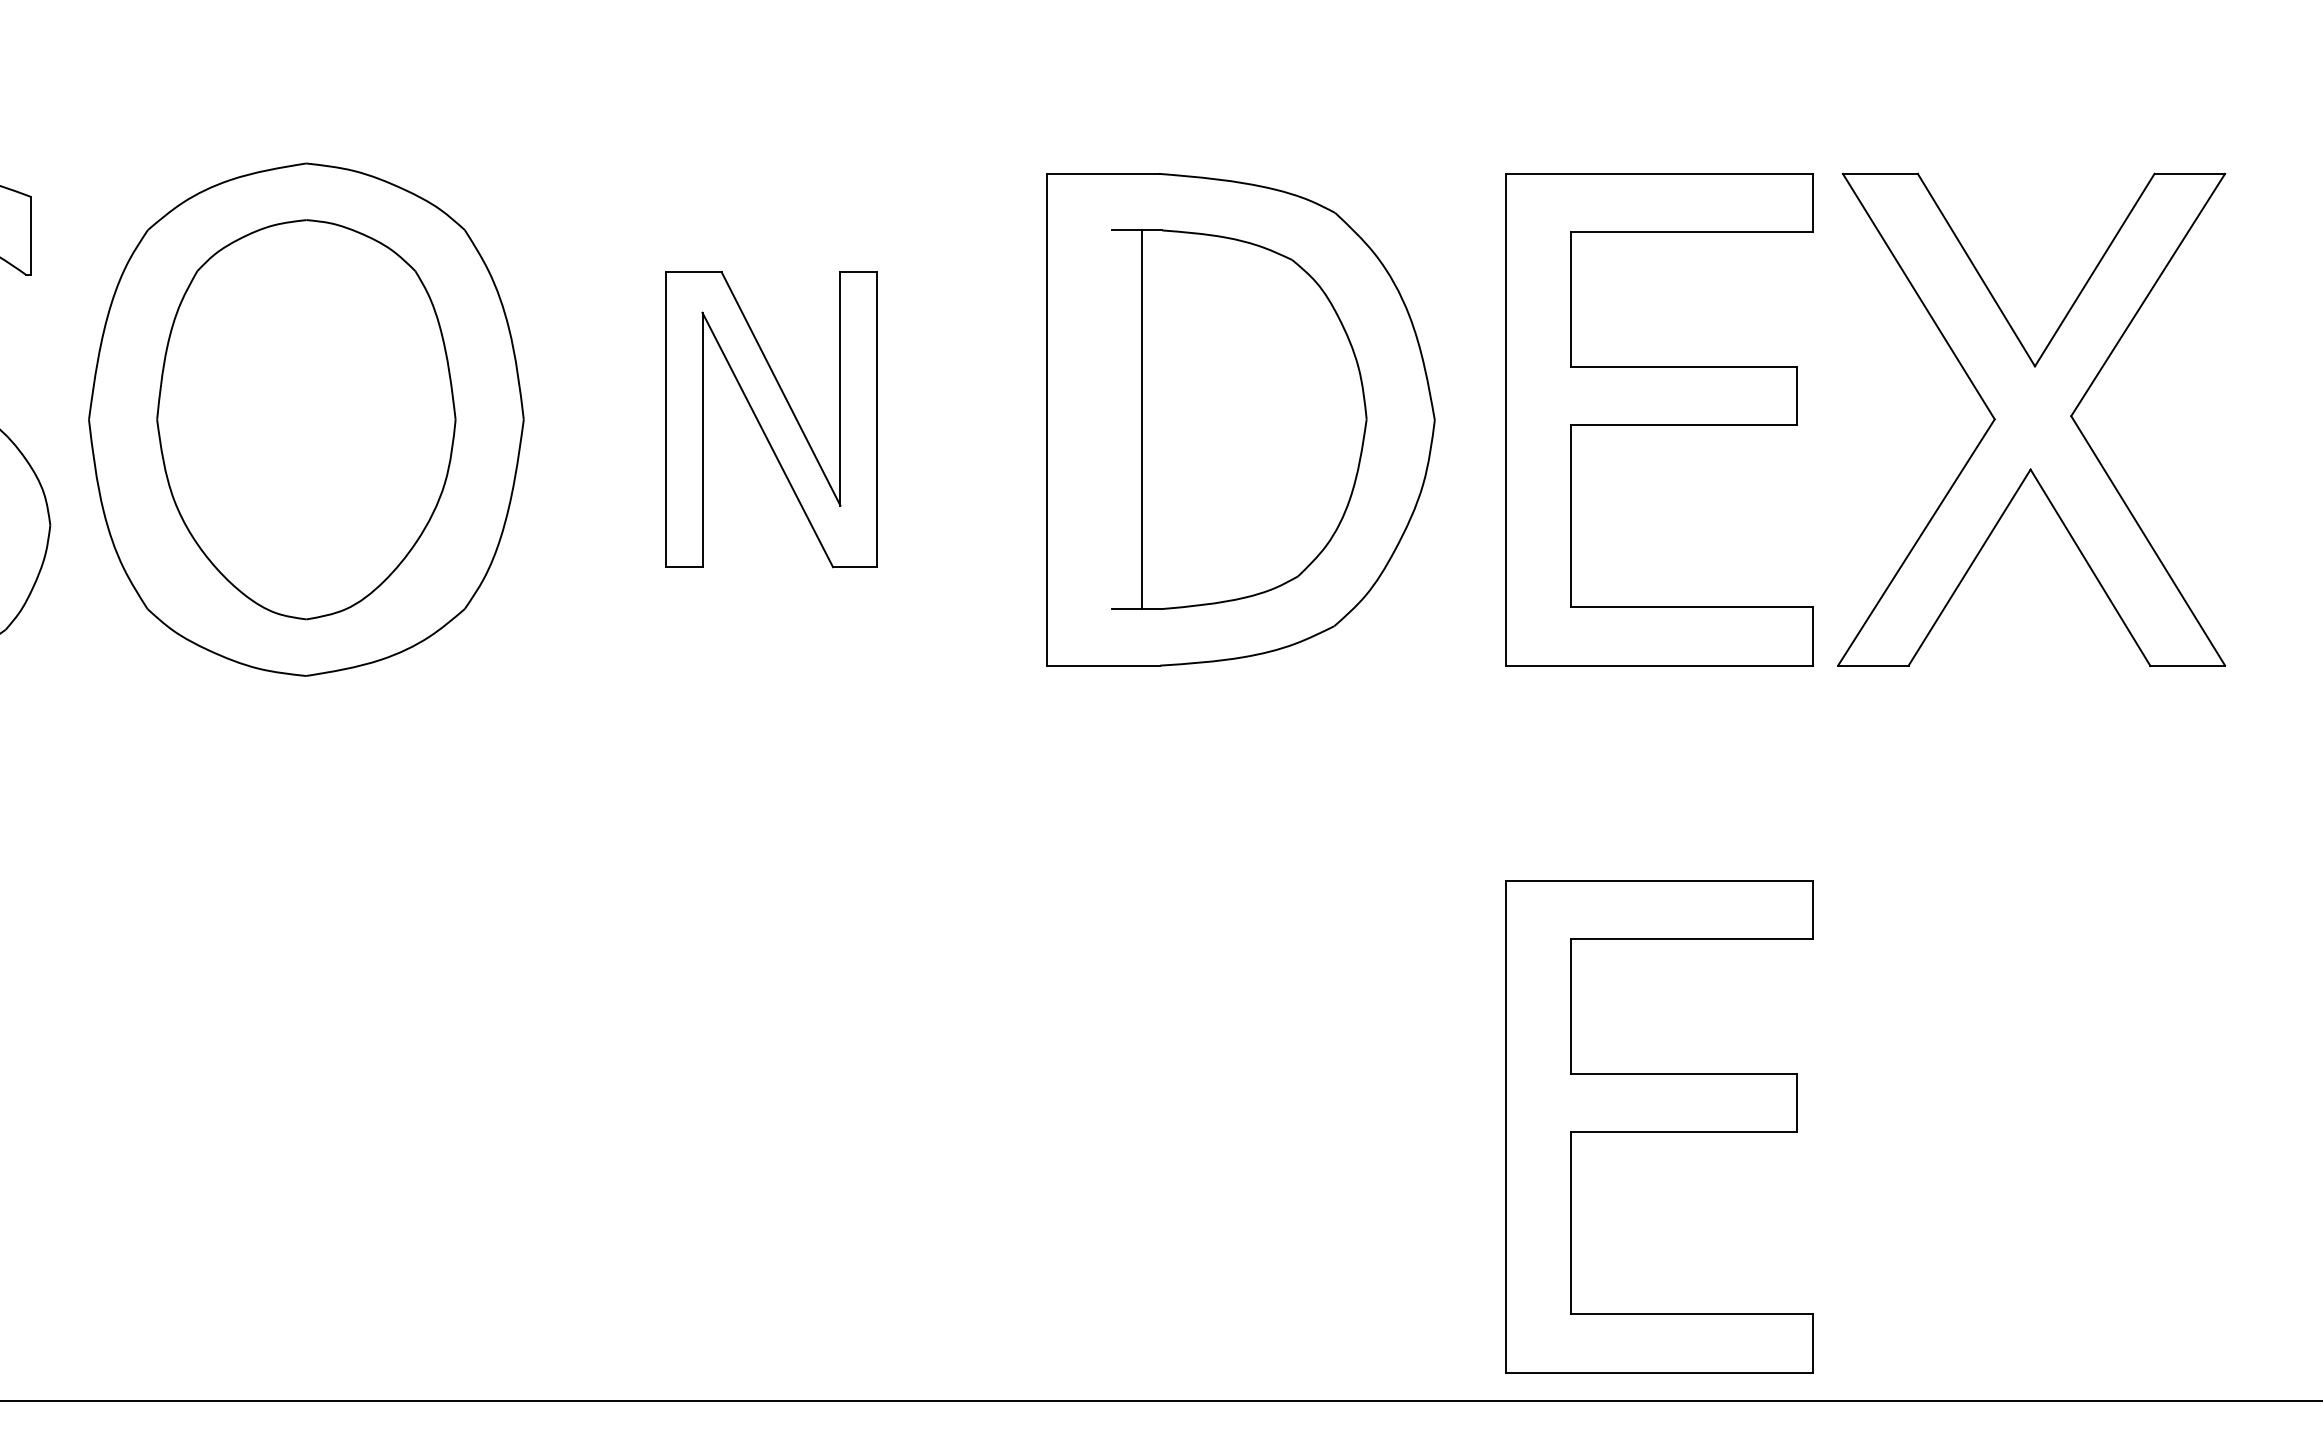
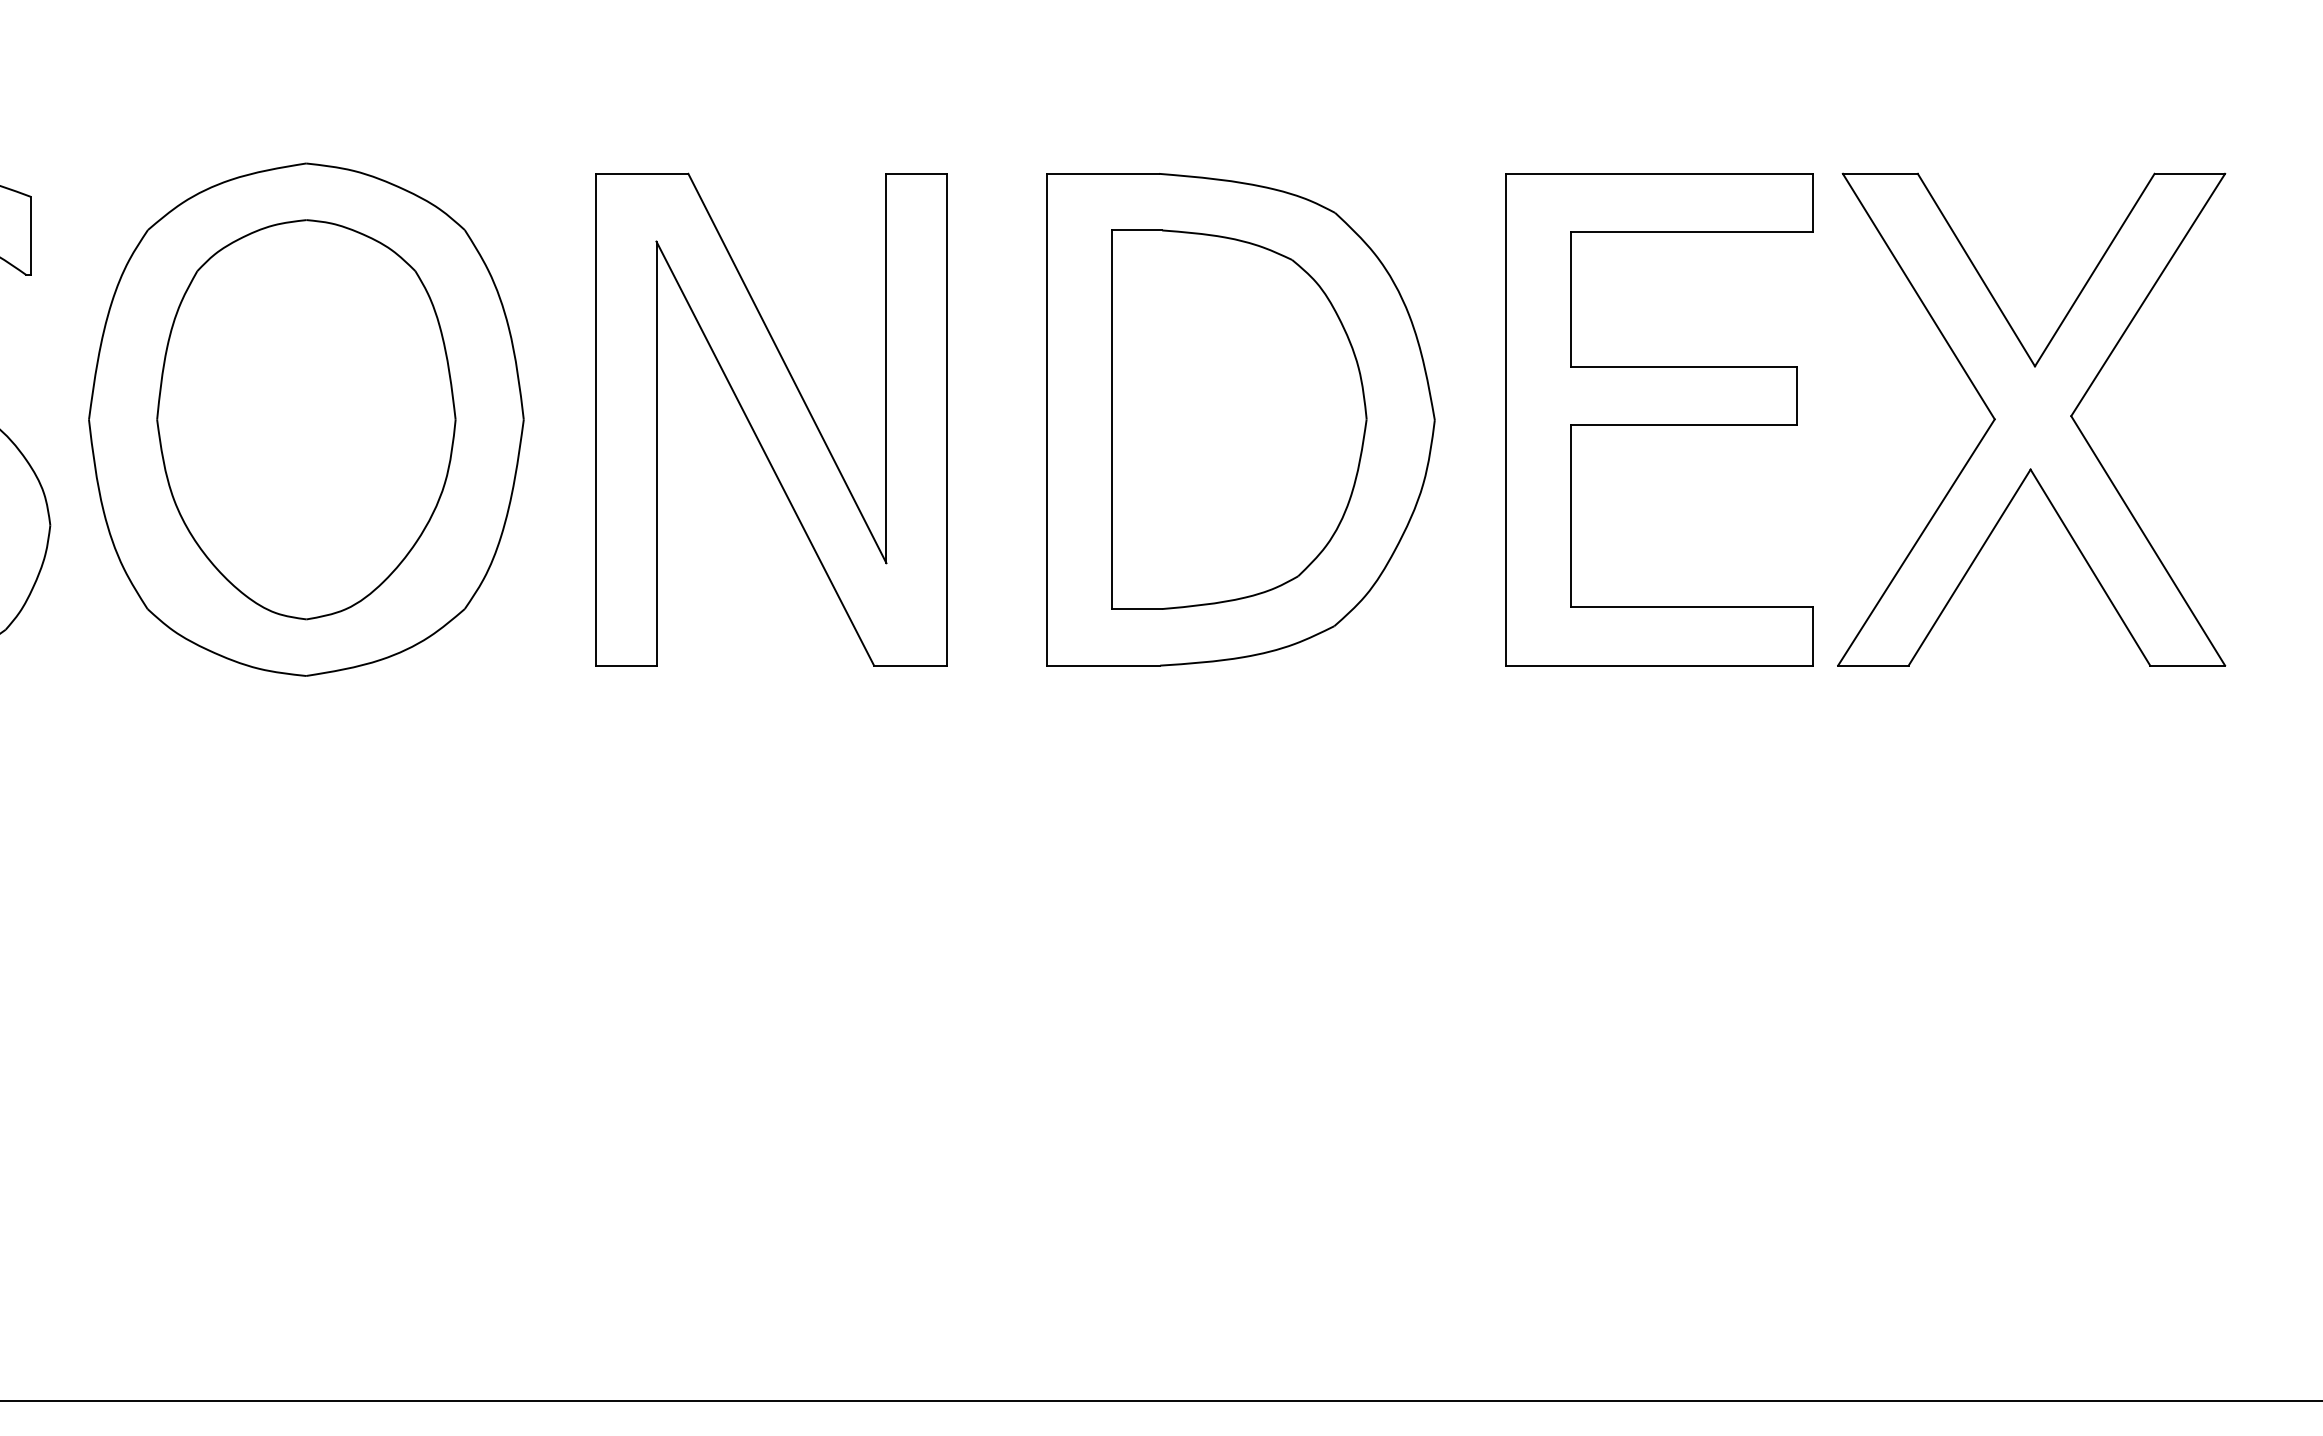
part at (771, 419) size: 213x298 px -> 353x495 px
line at (1142, 419) position: (1142, 419) -> (1112, 419)
part at (1659, 1126): present -> none
